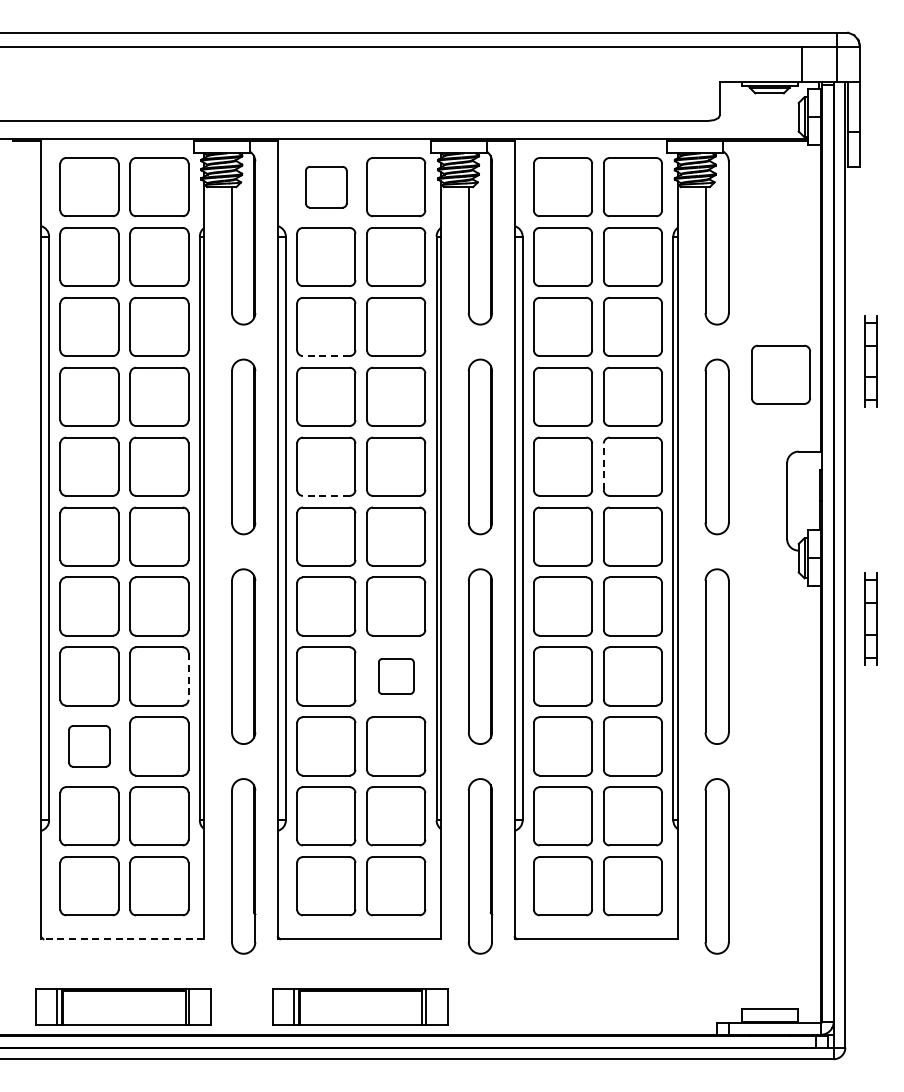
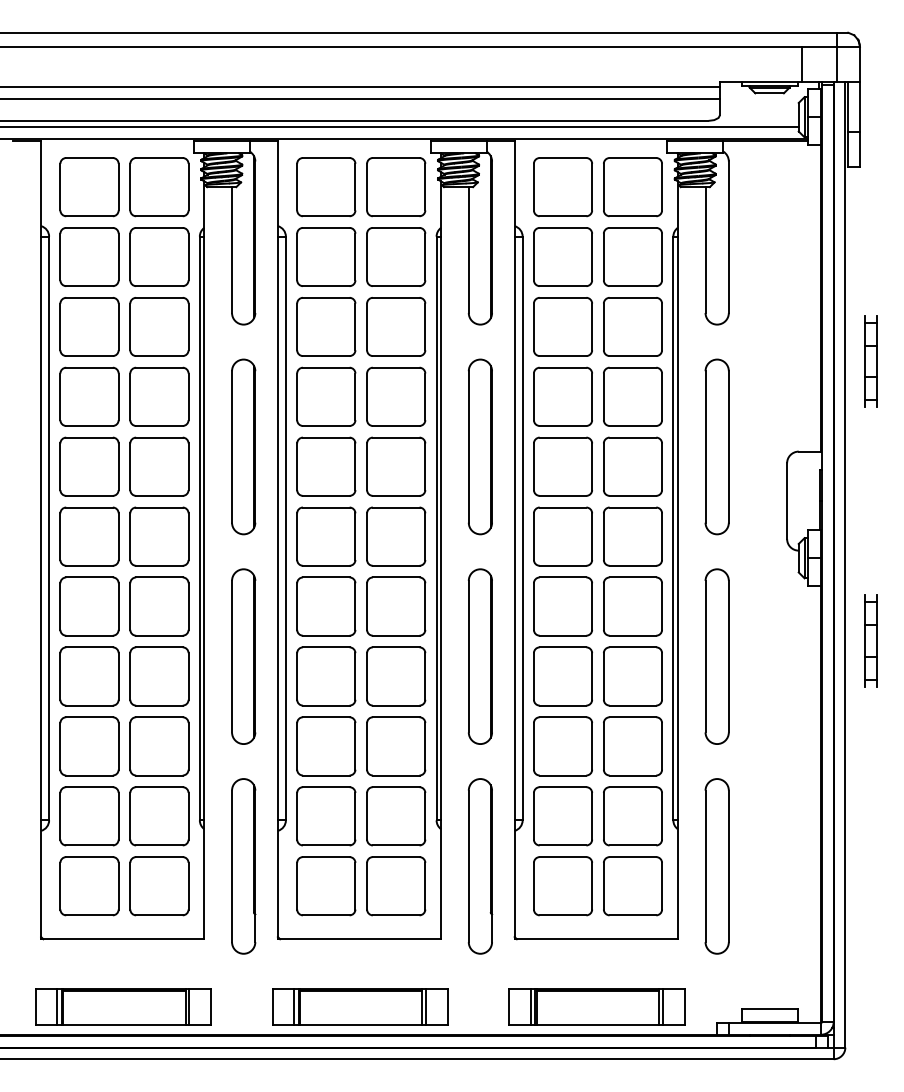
line at (361, 87): none -> present
line at (361, 99): none -> present
line at (400, 126): none -> present
part at (326, 187) size: 43x43 px -> 61x61 px
line at (325, 356): dashed -> solid
part at (780, 374): present -> none
line at (603, 466): dashed -> solid
line at (325, 495): dashed -> solid
part at (870, 618) position: (870, 618) -> (870, 640)
line at (188, 676): dashed -> solid
part at (396, 676) size: 37x37 px -> 61x61 px
part at (89, 746) size: 43x43 px -> 61x61 px
line at (122, 939): dashed -> solid
part at (596, 1006): none -> present
